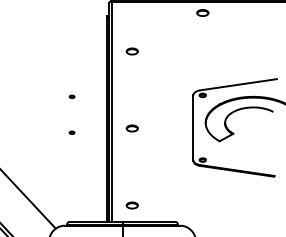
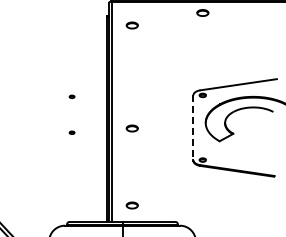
part at (131, 51) position: (131, 51) -> (131, 25)
line at (193, 128): solid -> dashed
line at (28, 199): present -> none
